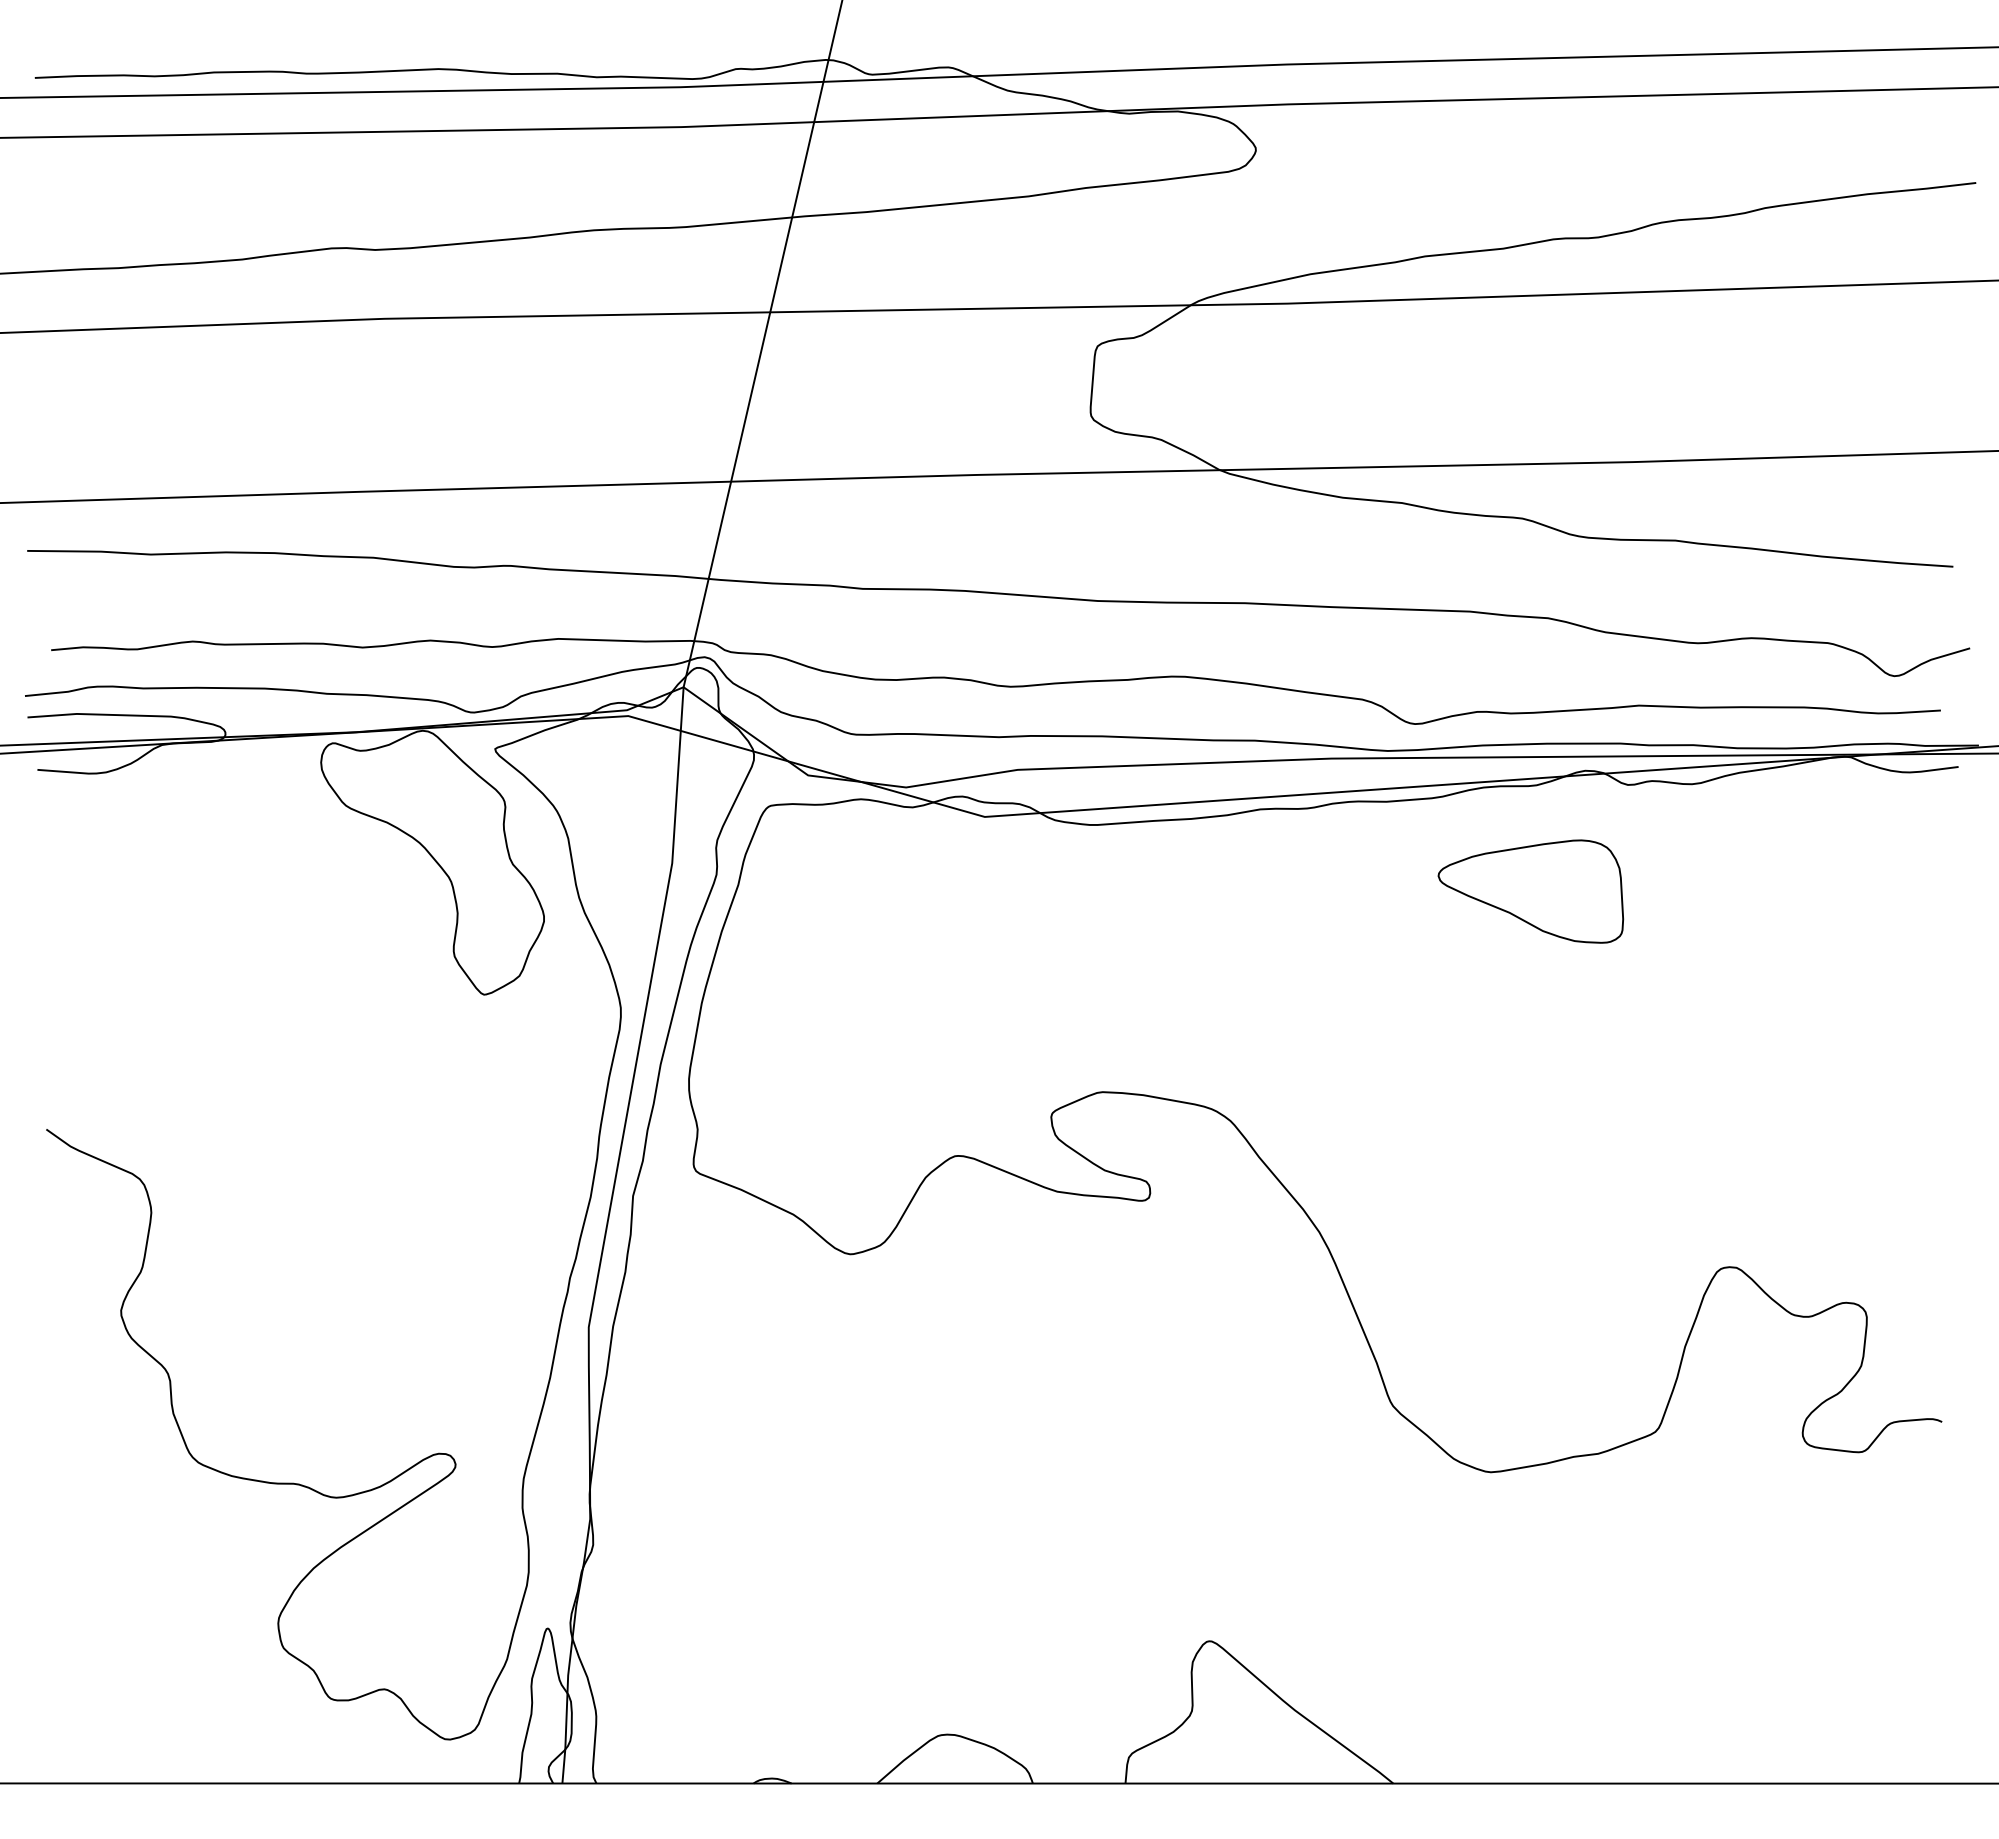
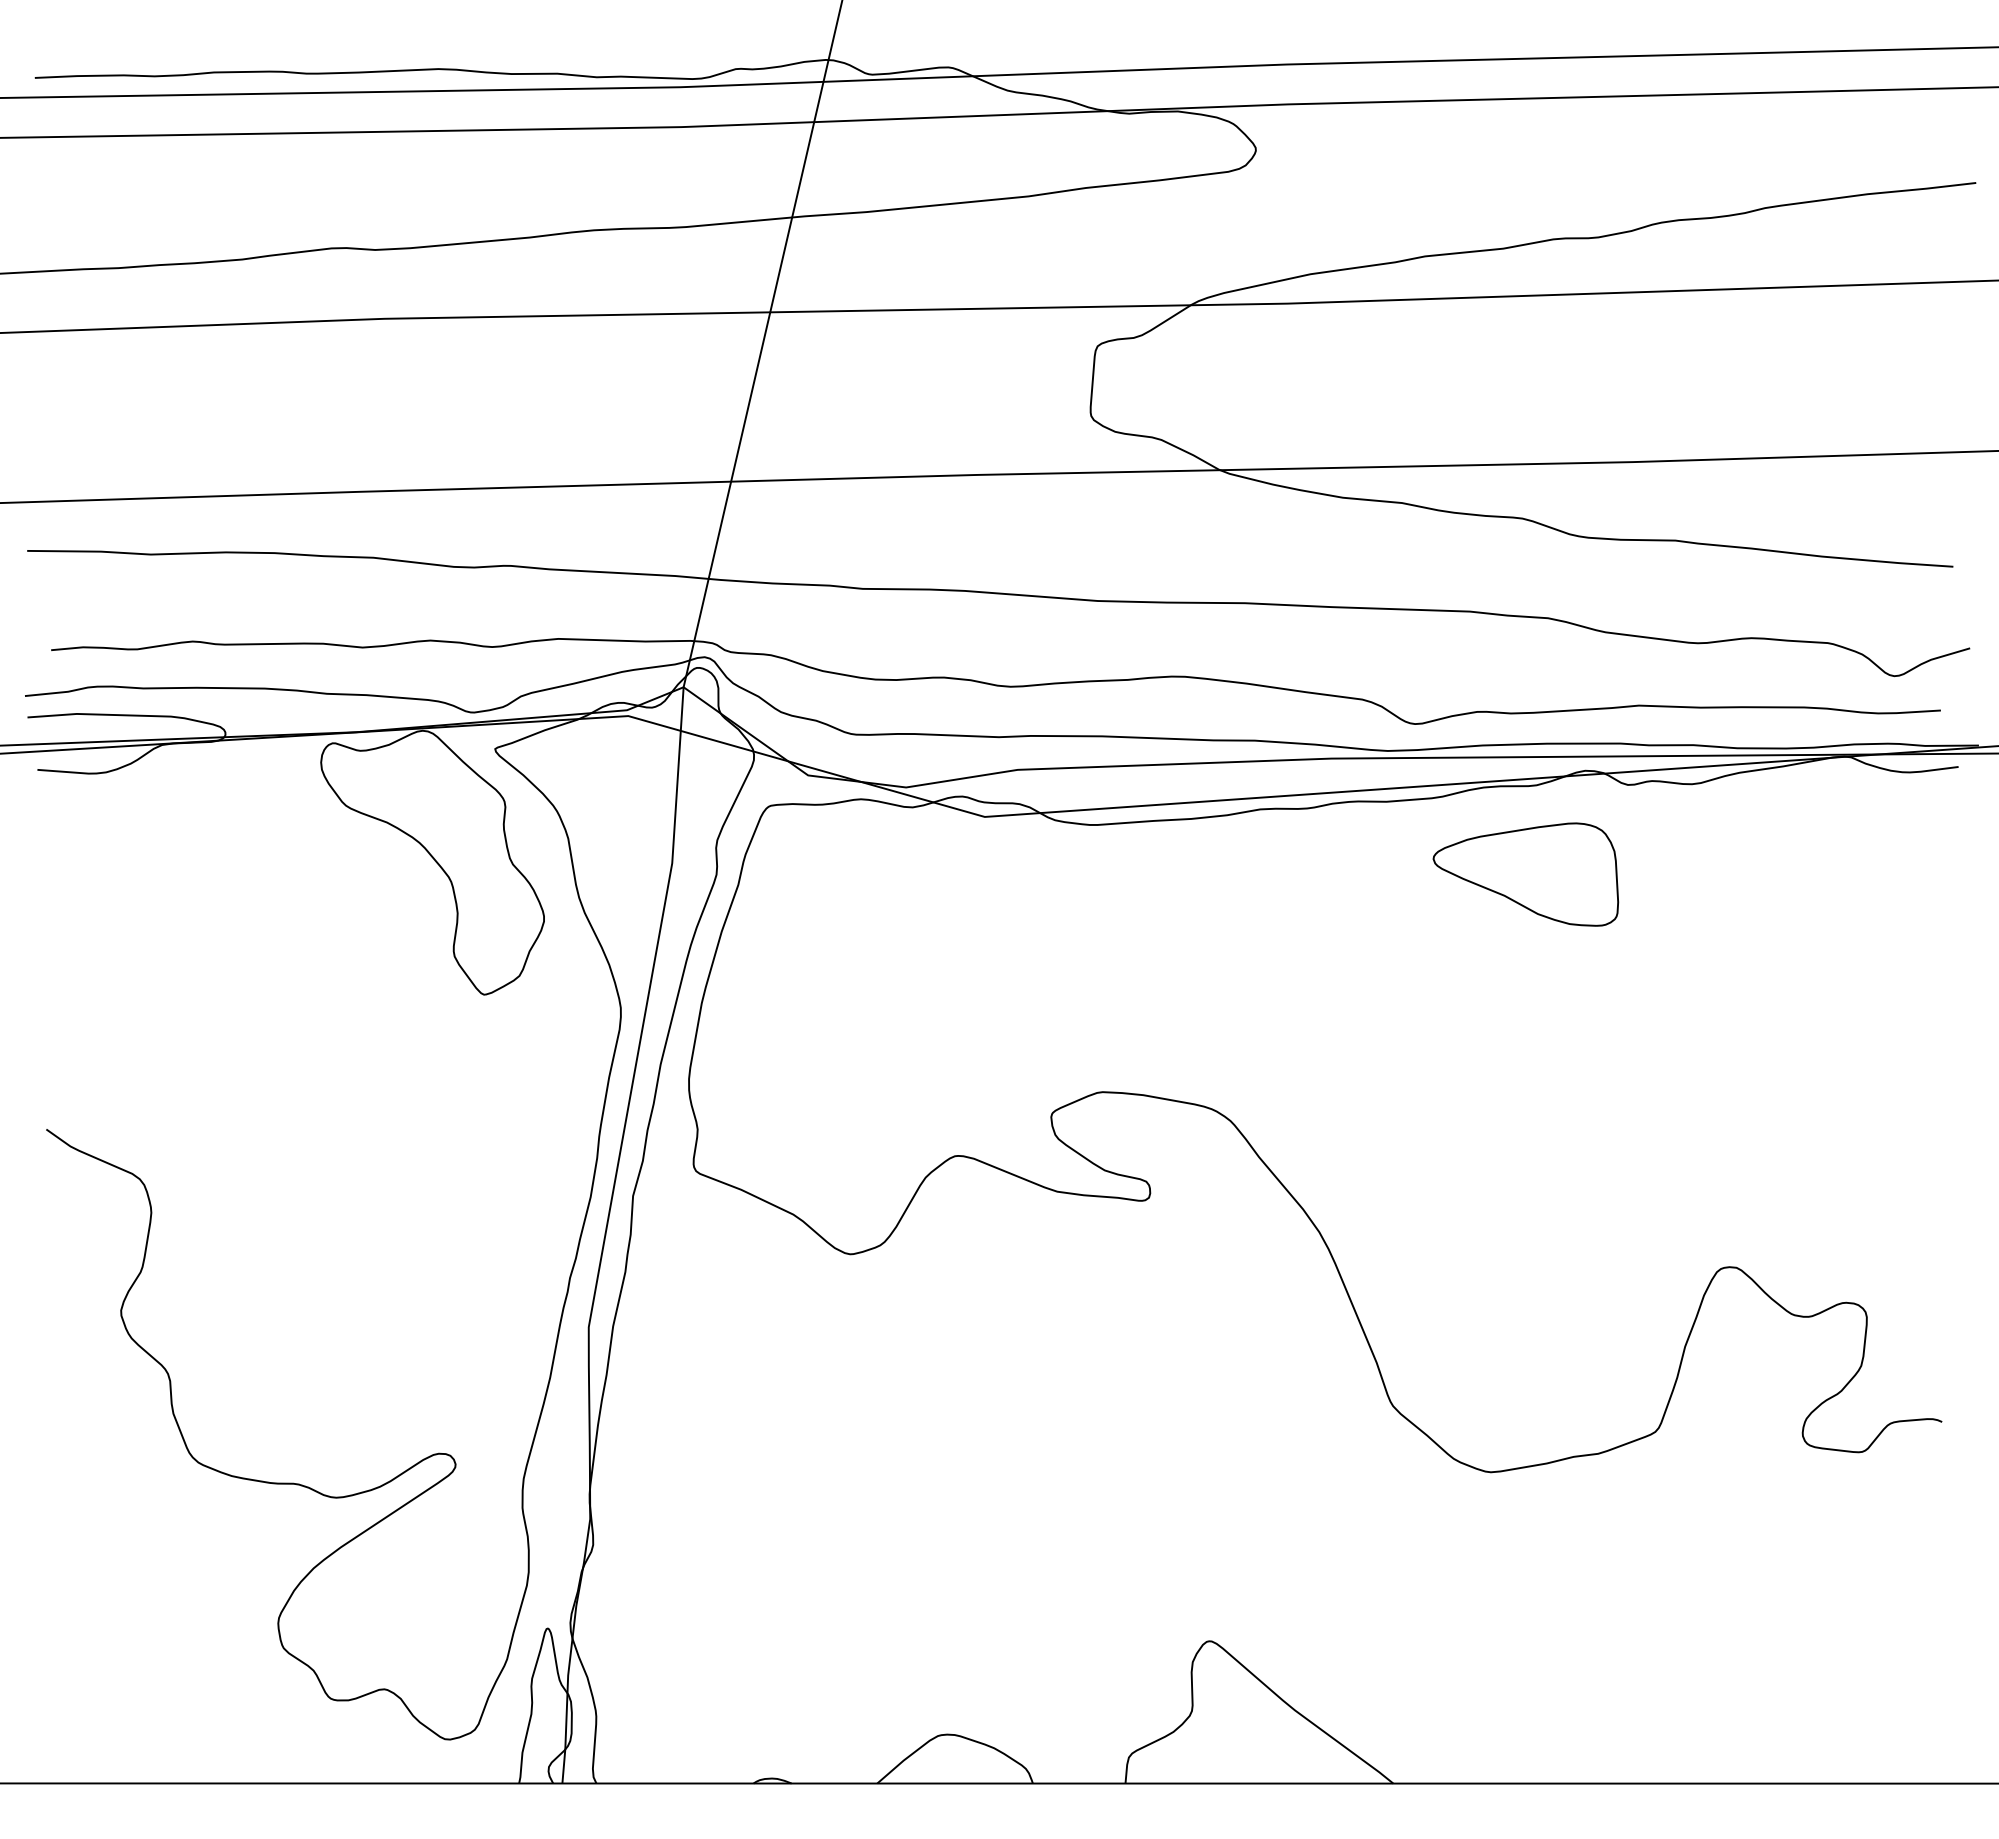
part at (1530, 891) position: (1530, 891) -> (1525, 874)
